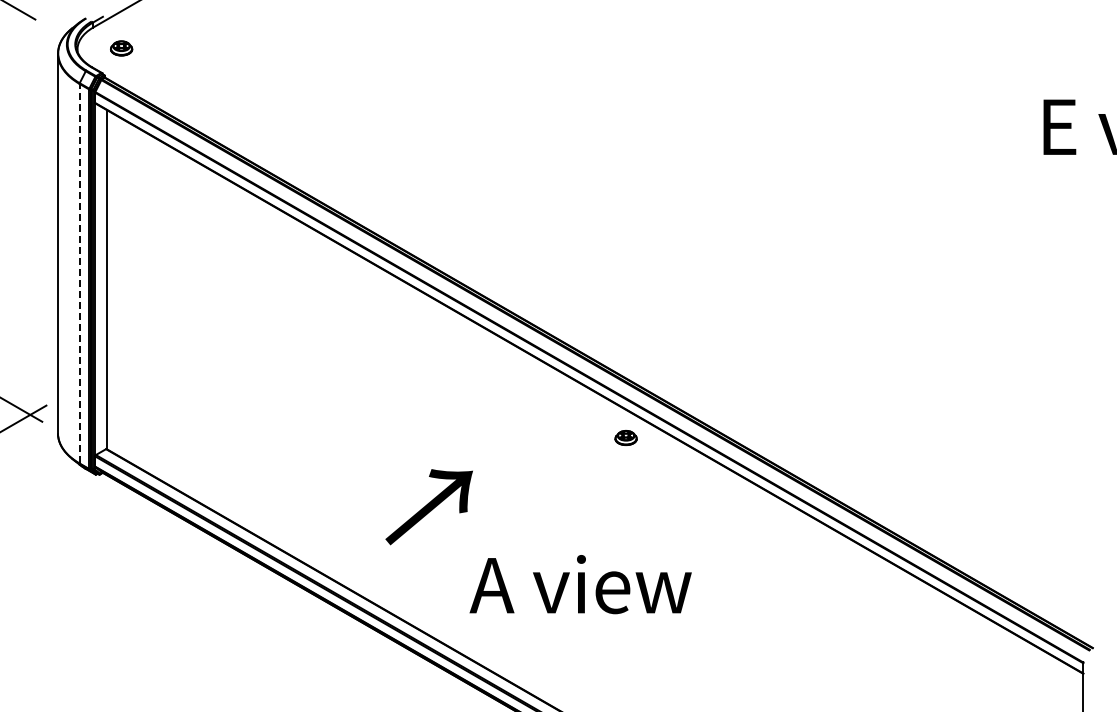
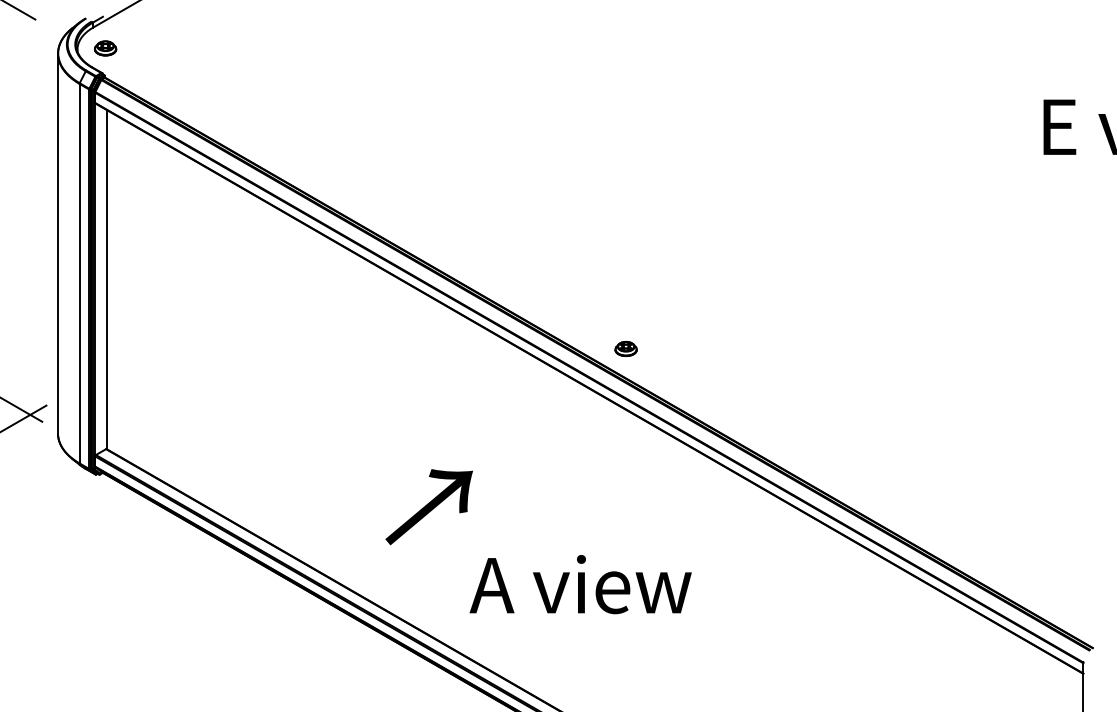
part at (121, 48) position: (121, 48) -> (105, 48)
line at (79, 273): dashed -> solid
part at (625, 437) position: (625, 437) -> (625, 348)
